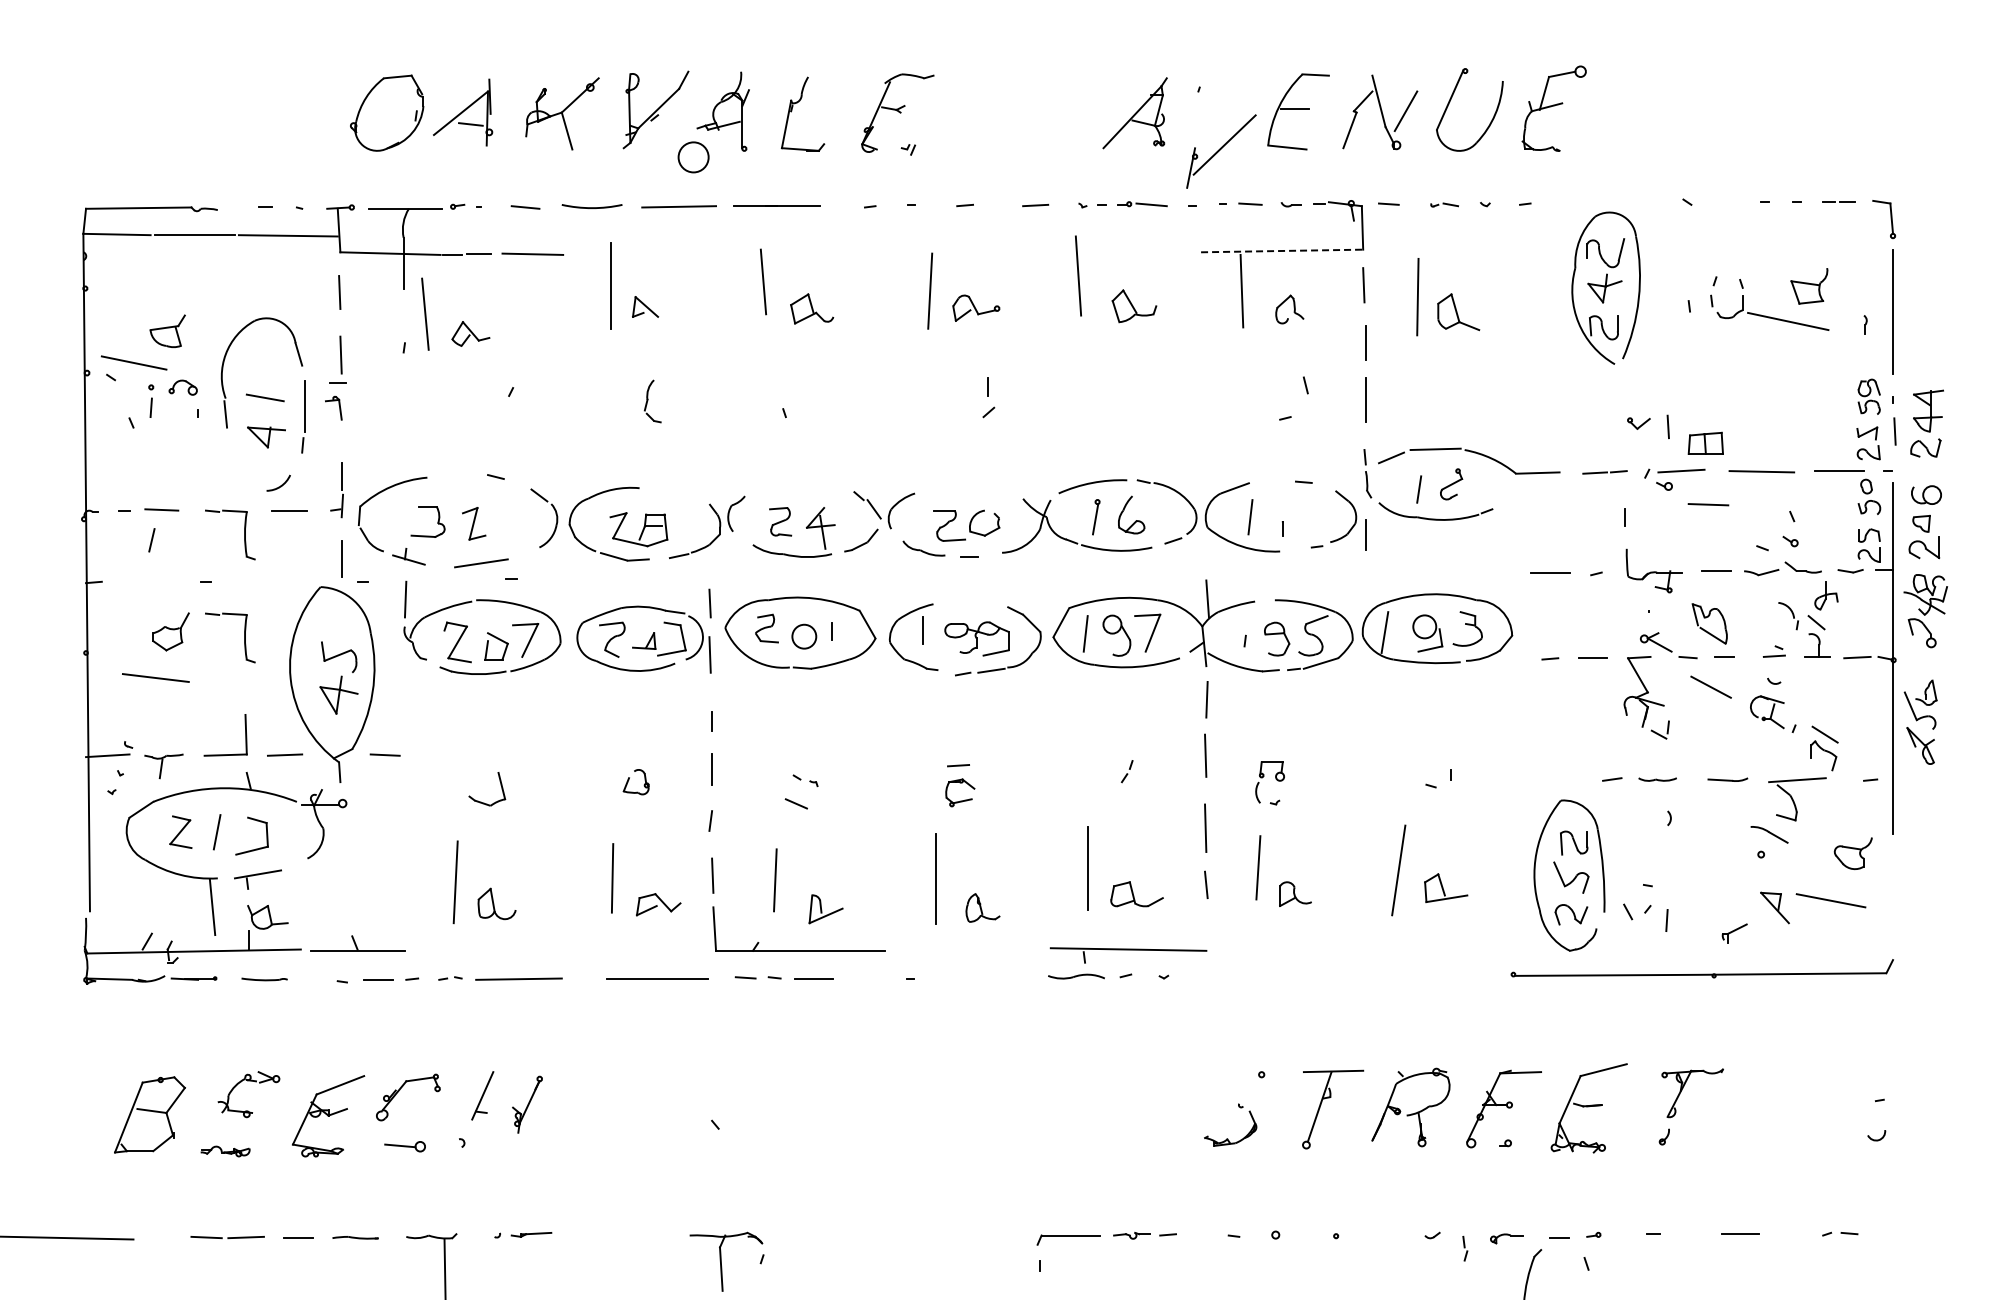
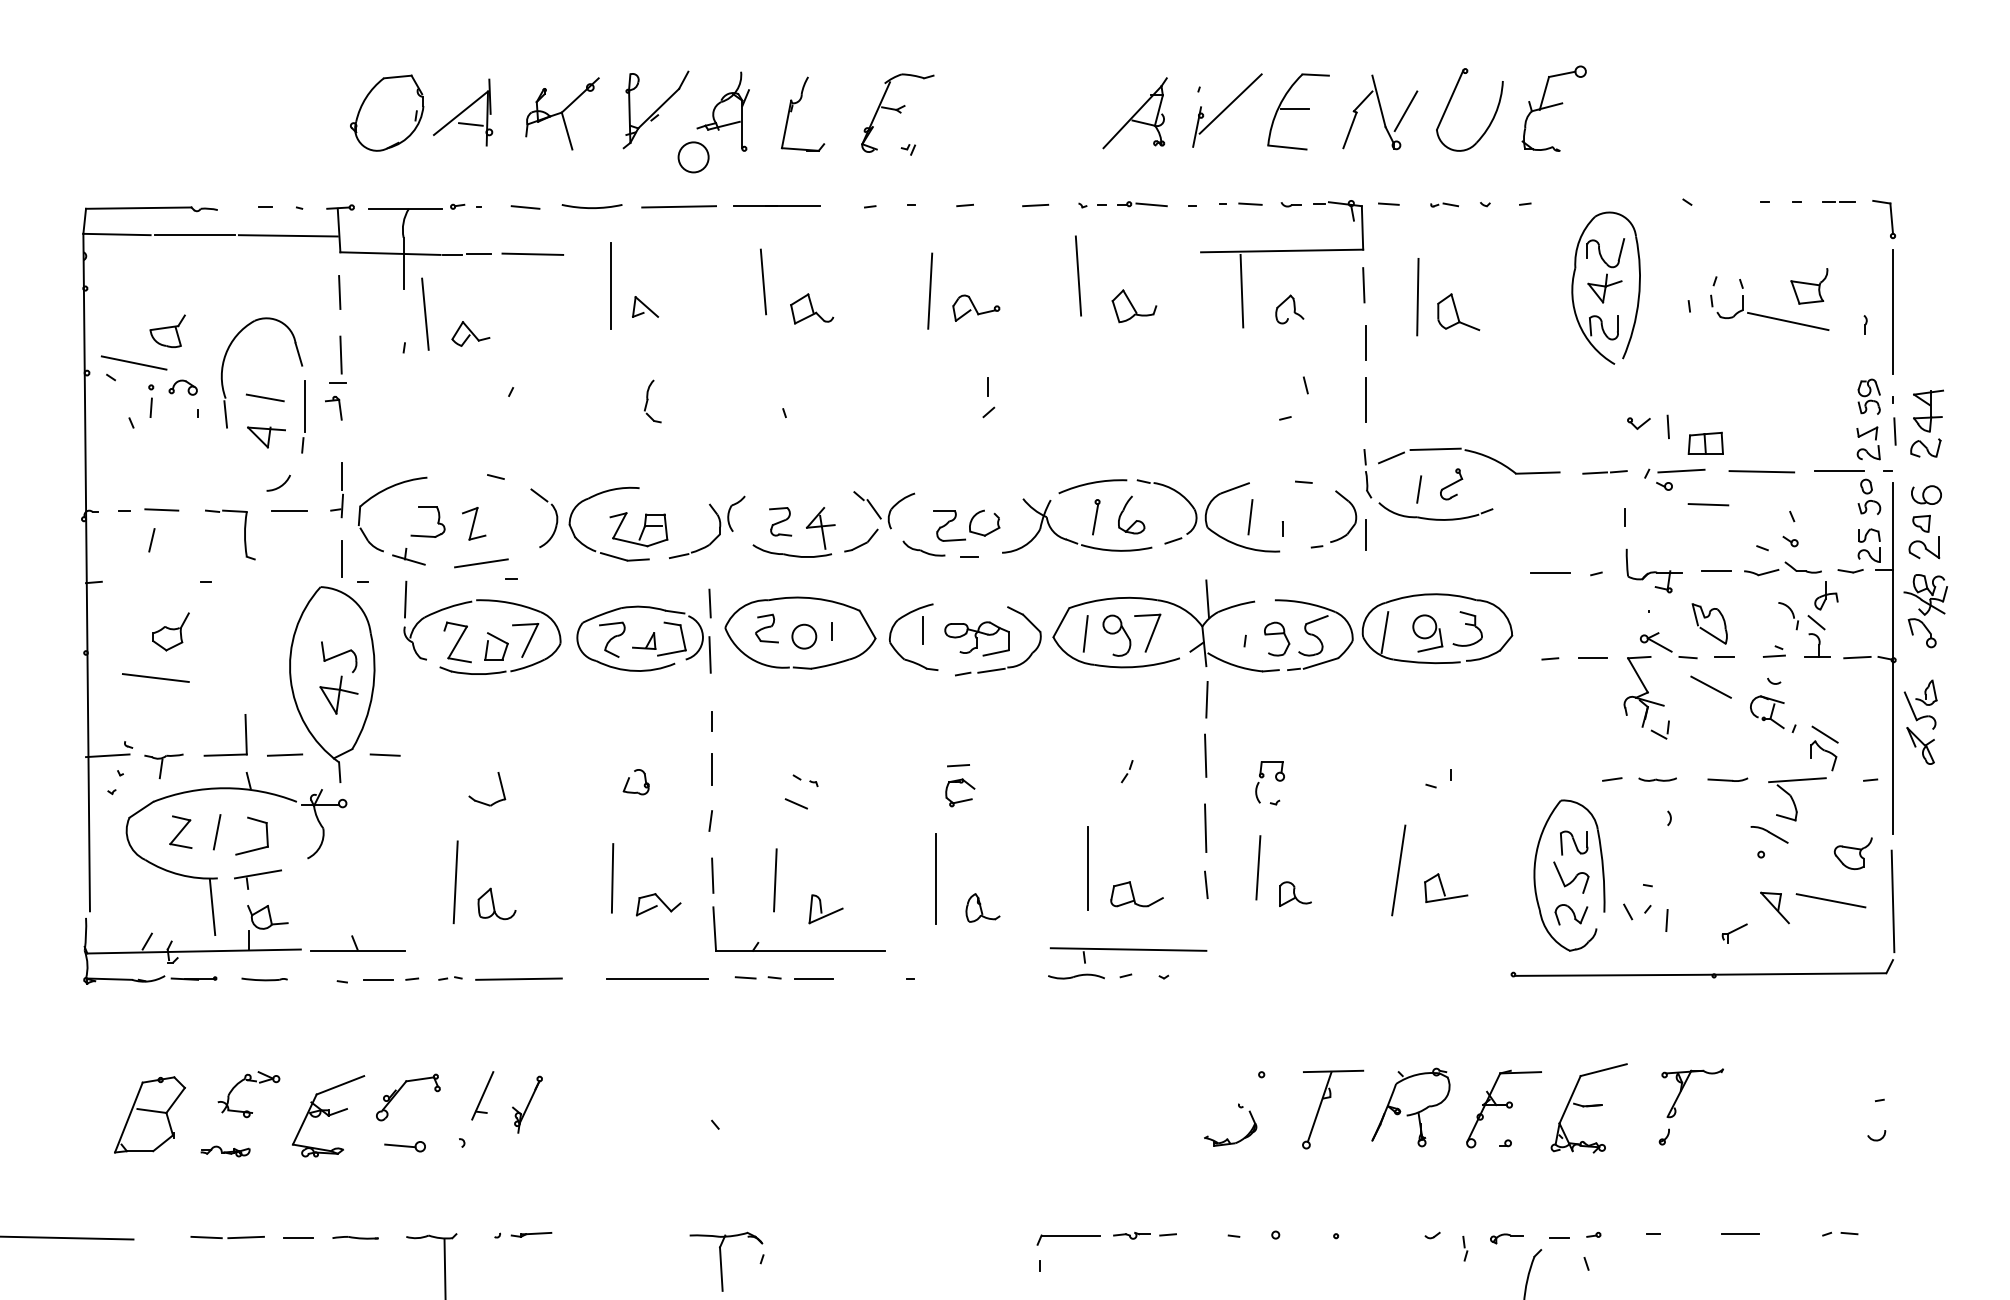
part at (1221, 151) position: (1221, 151) -> (1227, 110)
line at (1282, 250): dashed -> solid
part at (244, 637): present -> none
line at (1892, 901): none -> present
